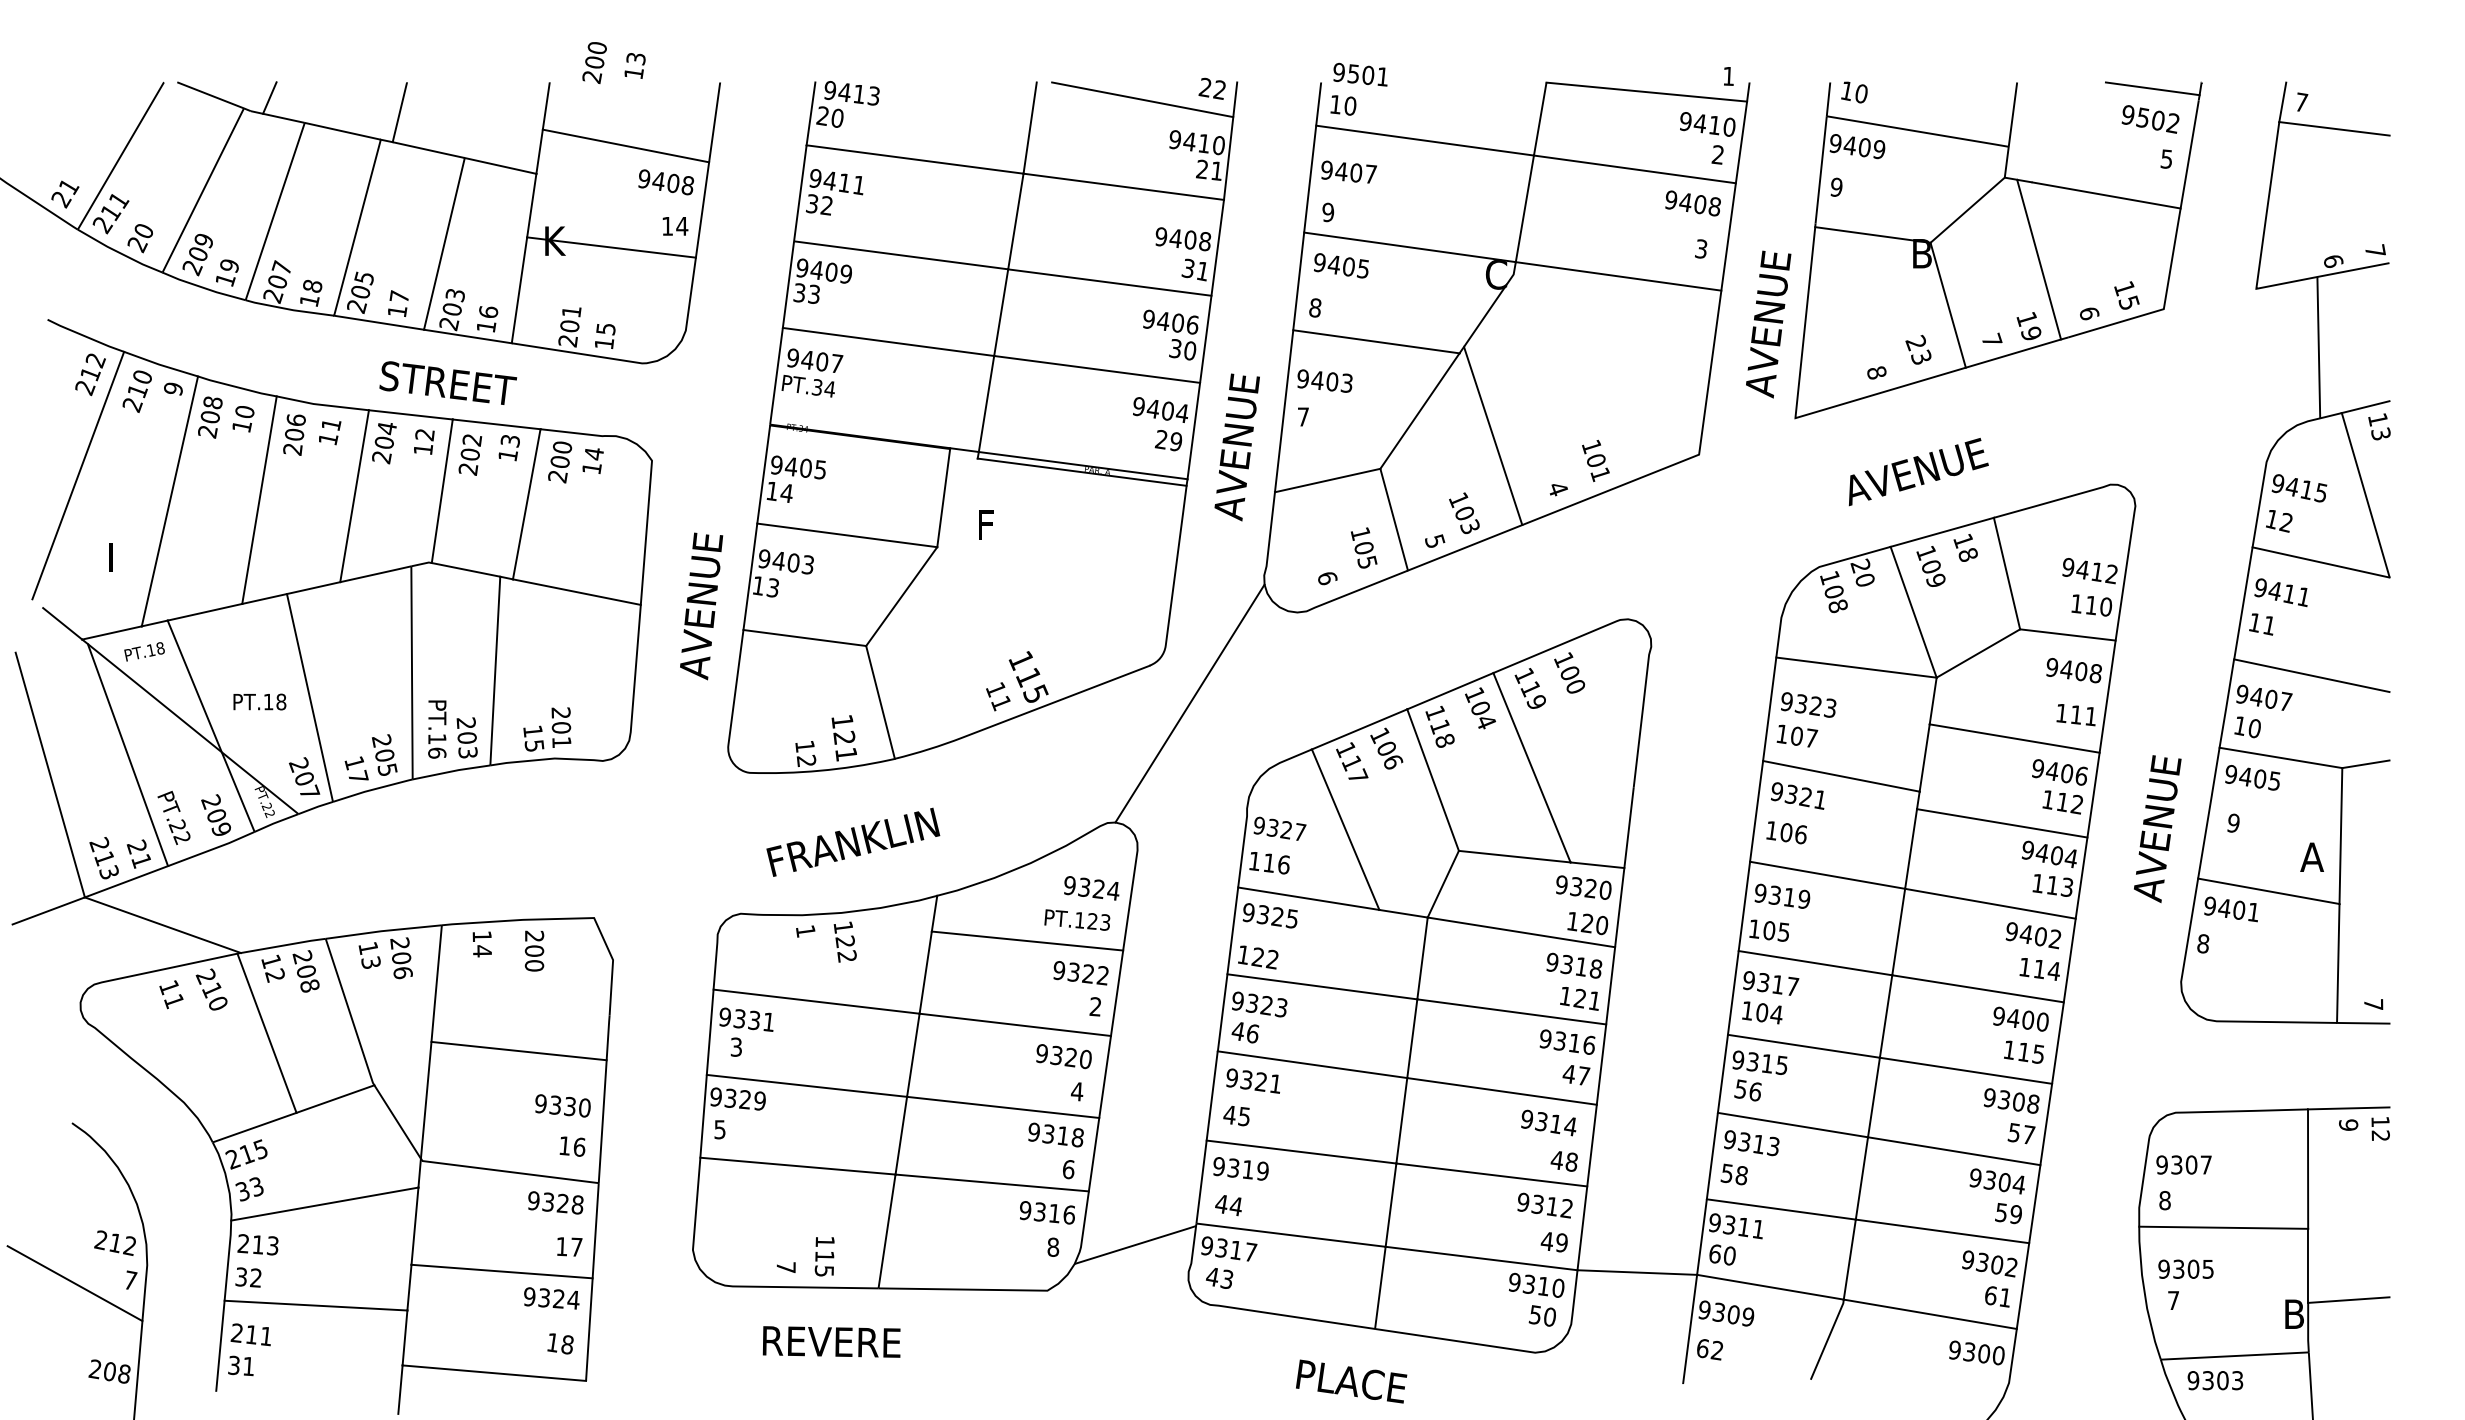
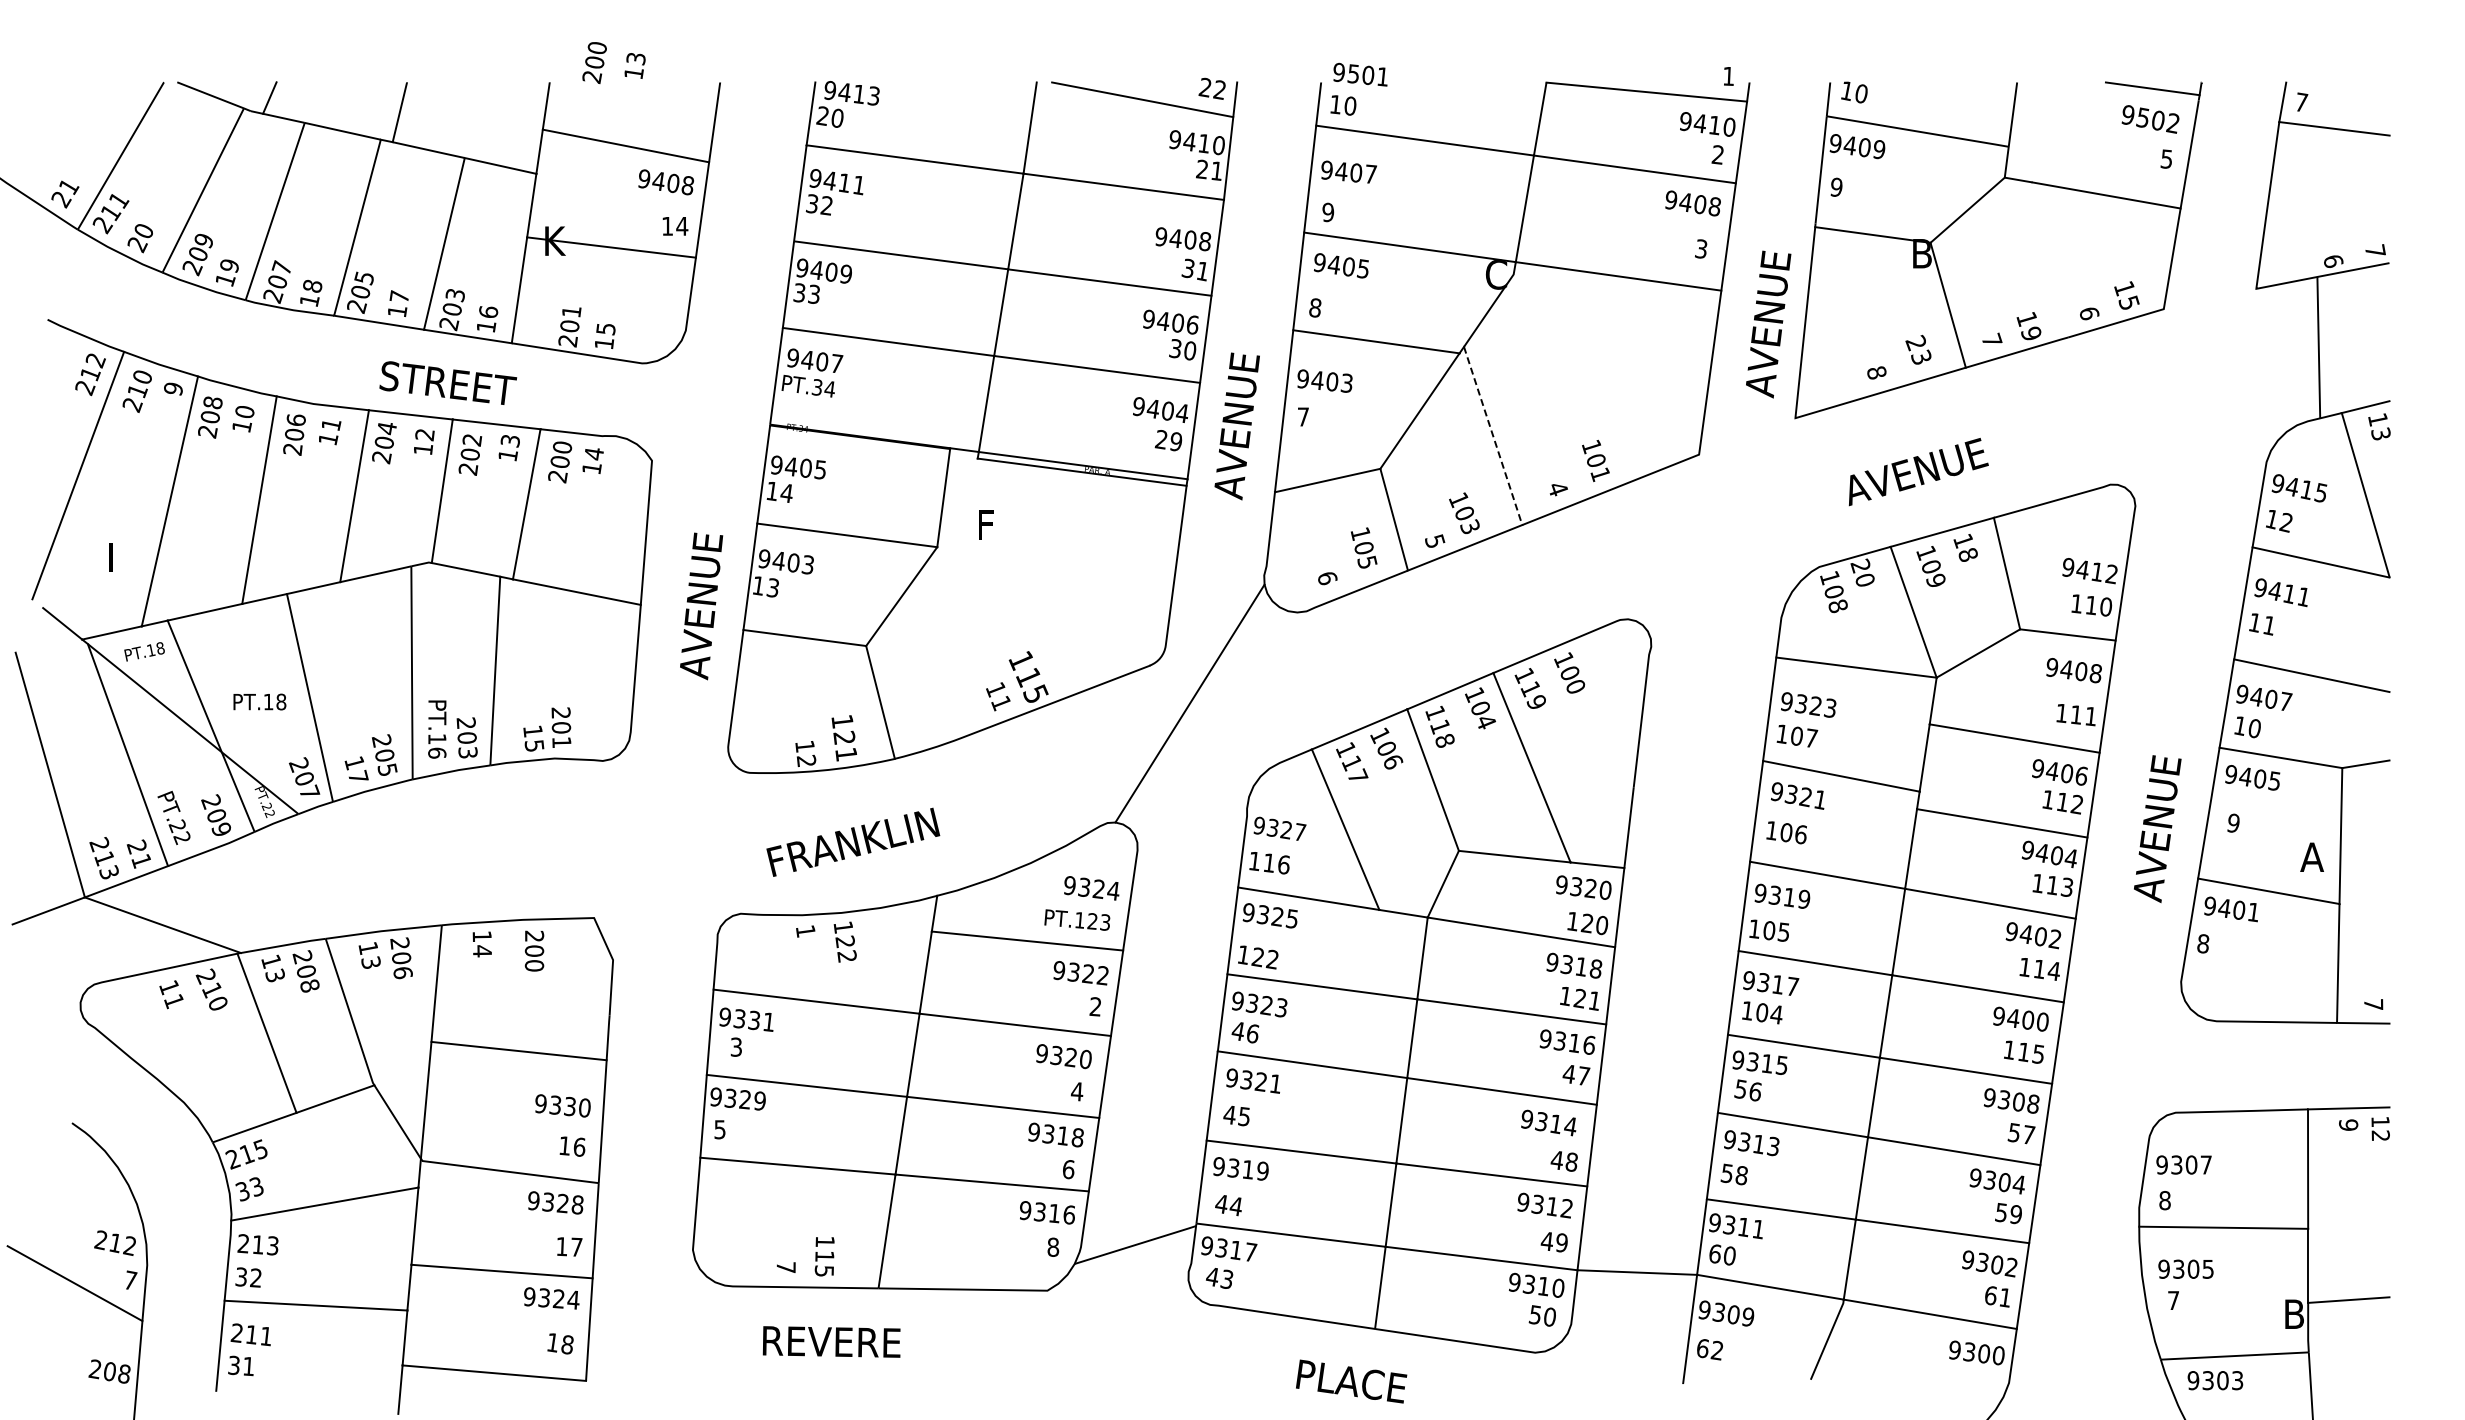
line at (2039, 259): present -> none
line at (1493, 436): solid -> dashed
text at (1236, 447) position: (1236, 447) -> (1236, 426)
text at (274, 975): 12 -> 13
